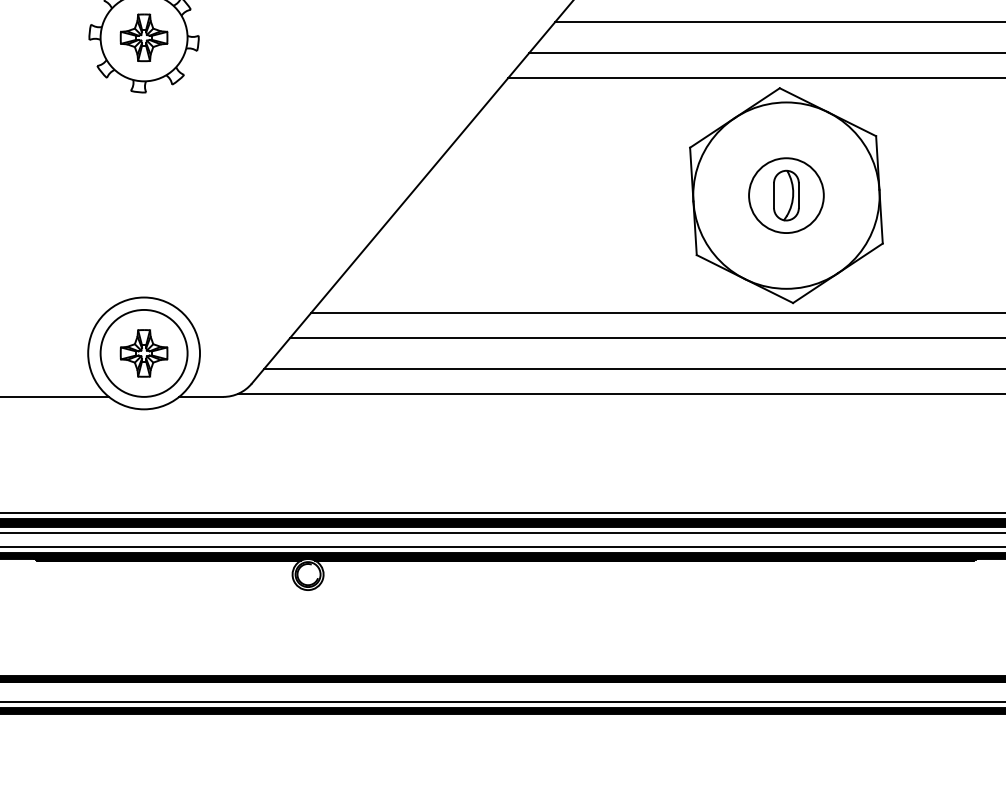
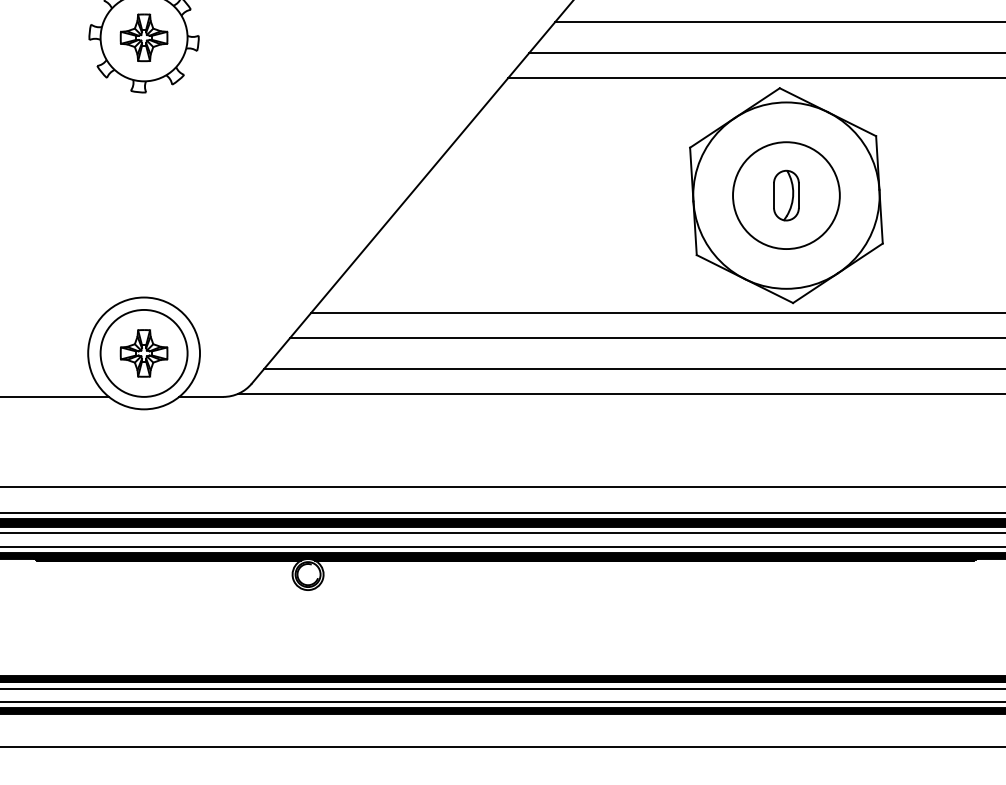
circle at (786, 195) diameter: 75 px -> 107 px
line at (502, 487): none -> present
line at (502, 688): none -> present
line at (502, 747): none -> present
